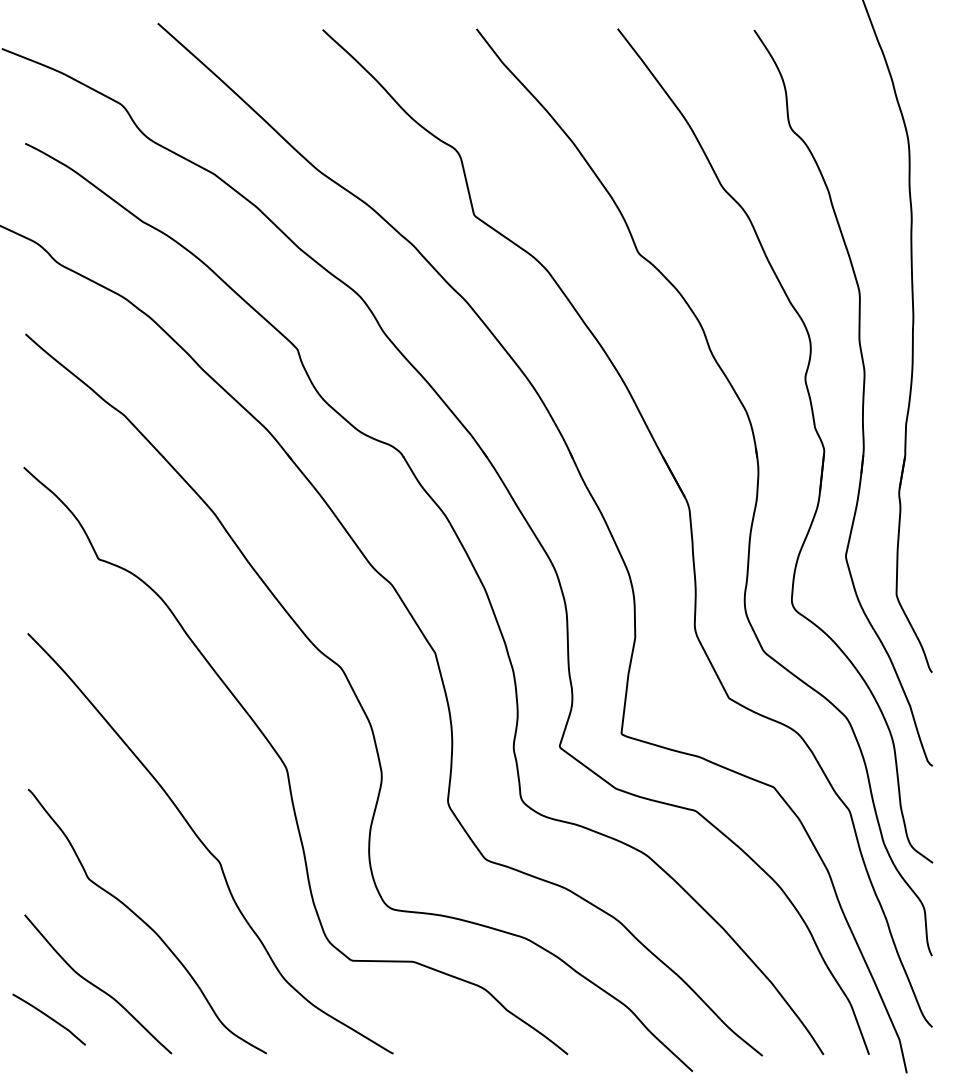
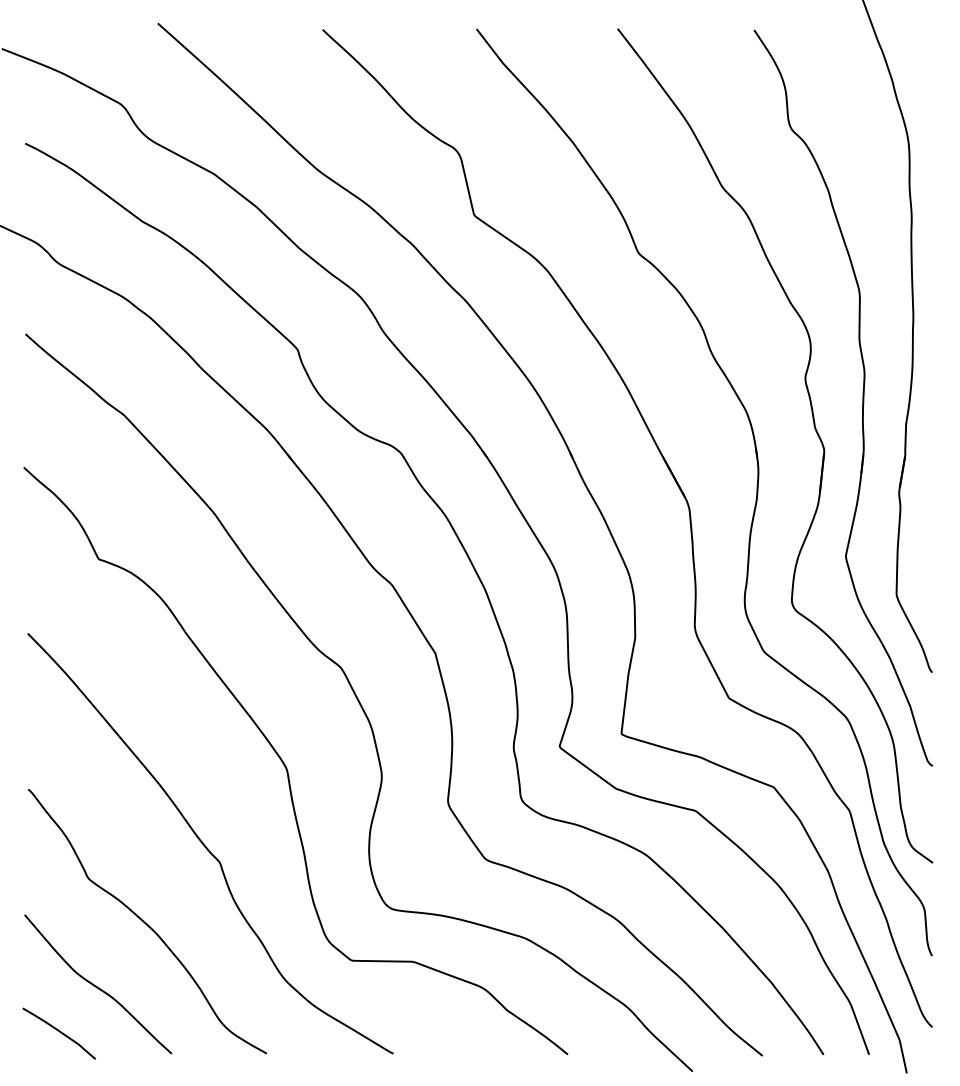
curve at (49, 1018) position: (49, 1018) -> (59, 1032)
